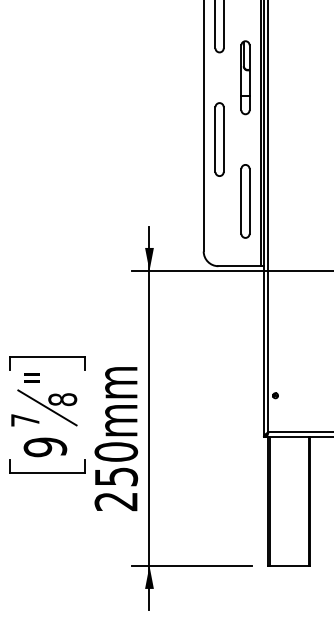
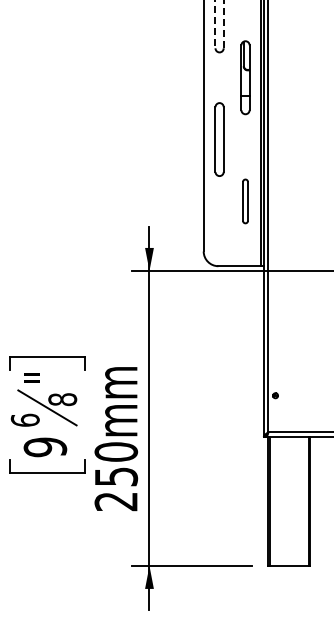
line at (215, 24): solid -> dashed
line at (223, 24): solid -> dashed
part at (245, 201) size: 11x75 px -> 7x47 px
text at (24, 419): 7 -> 6
